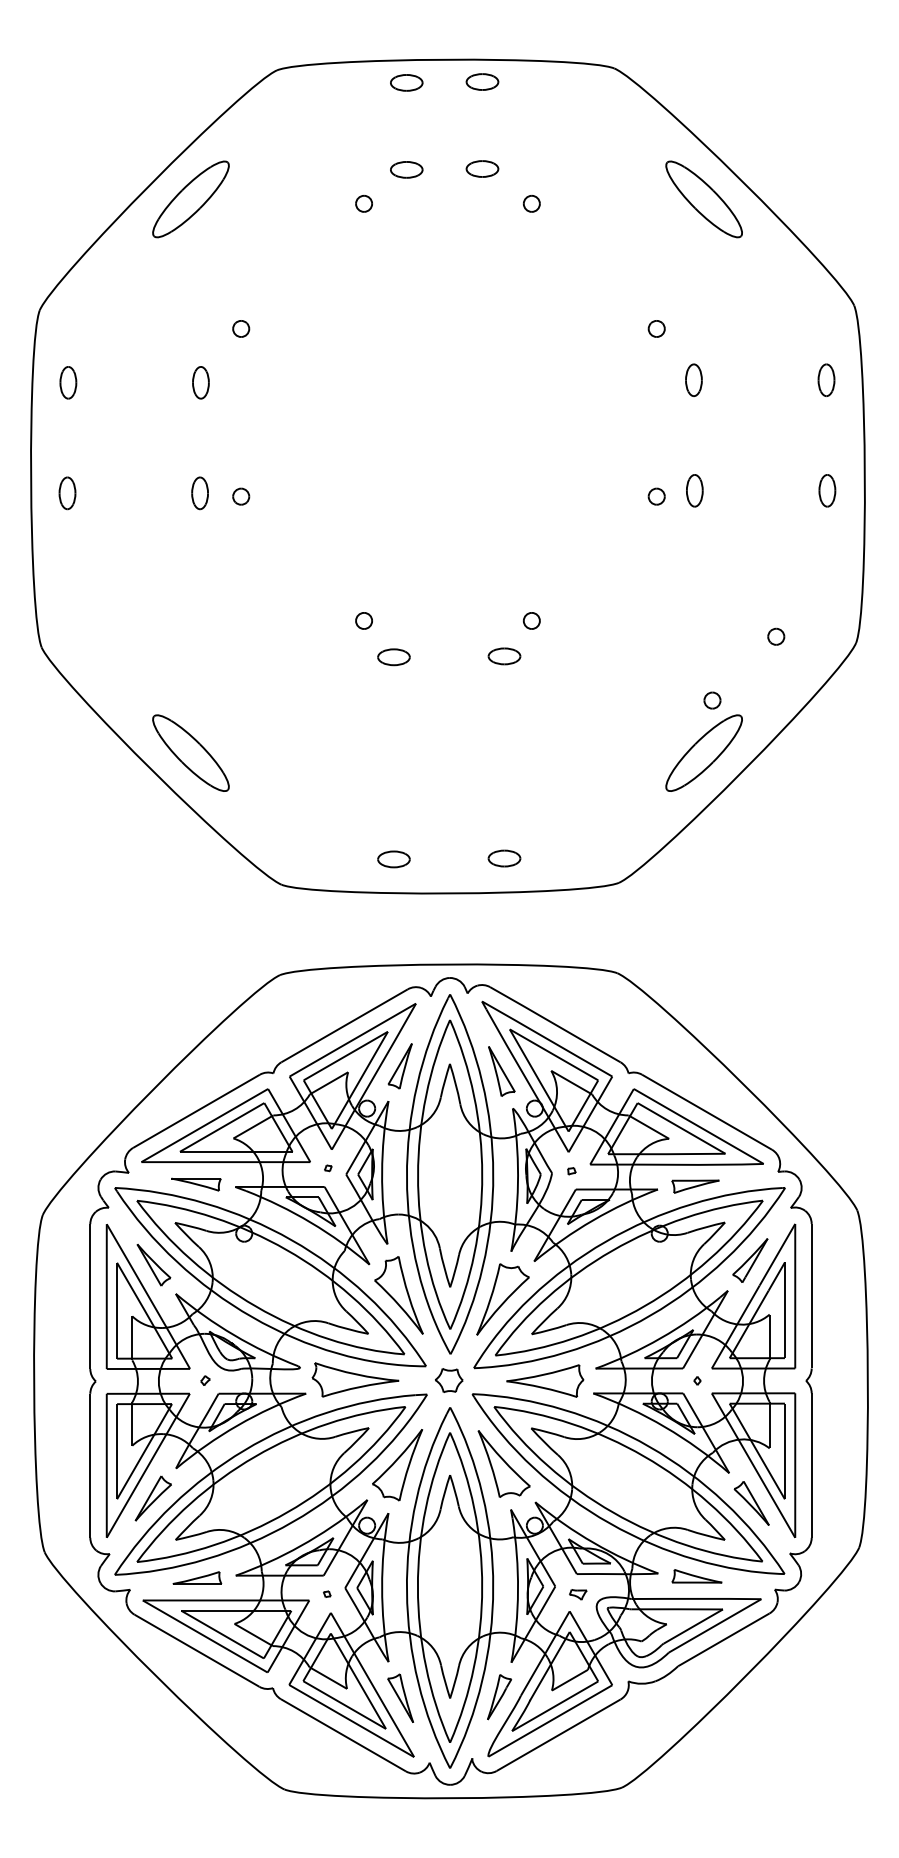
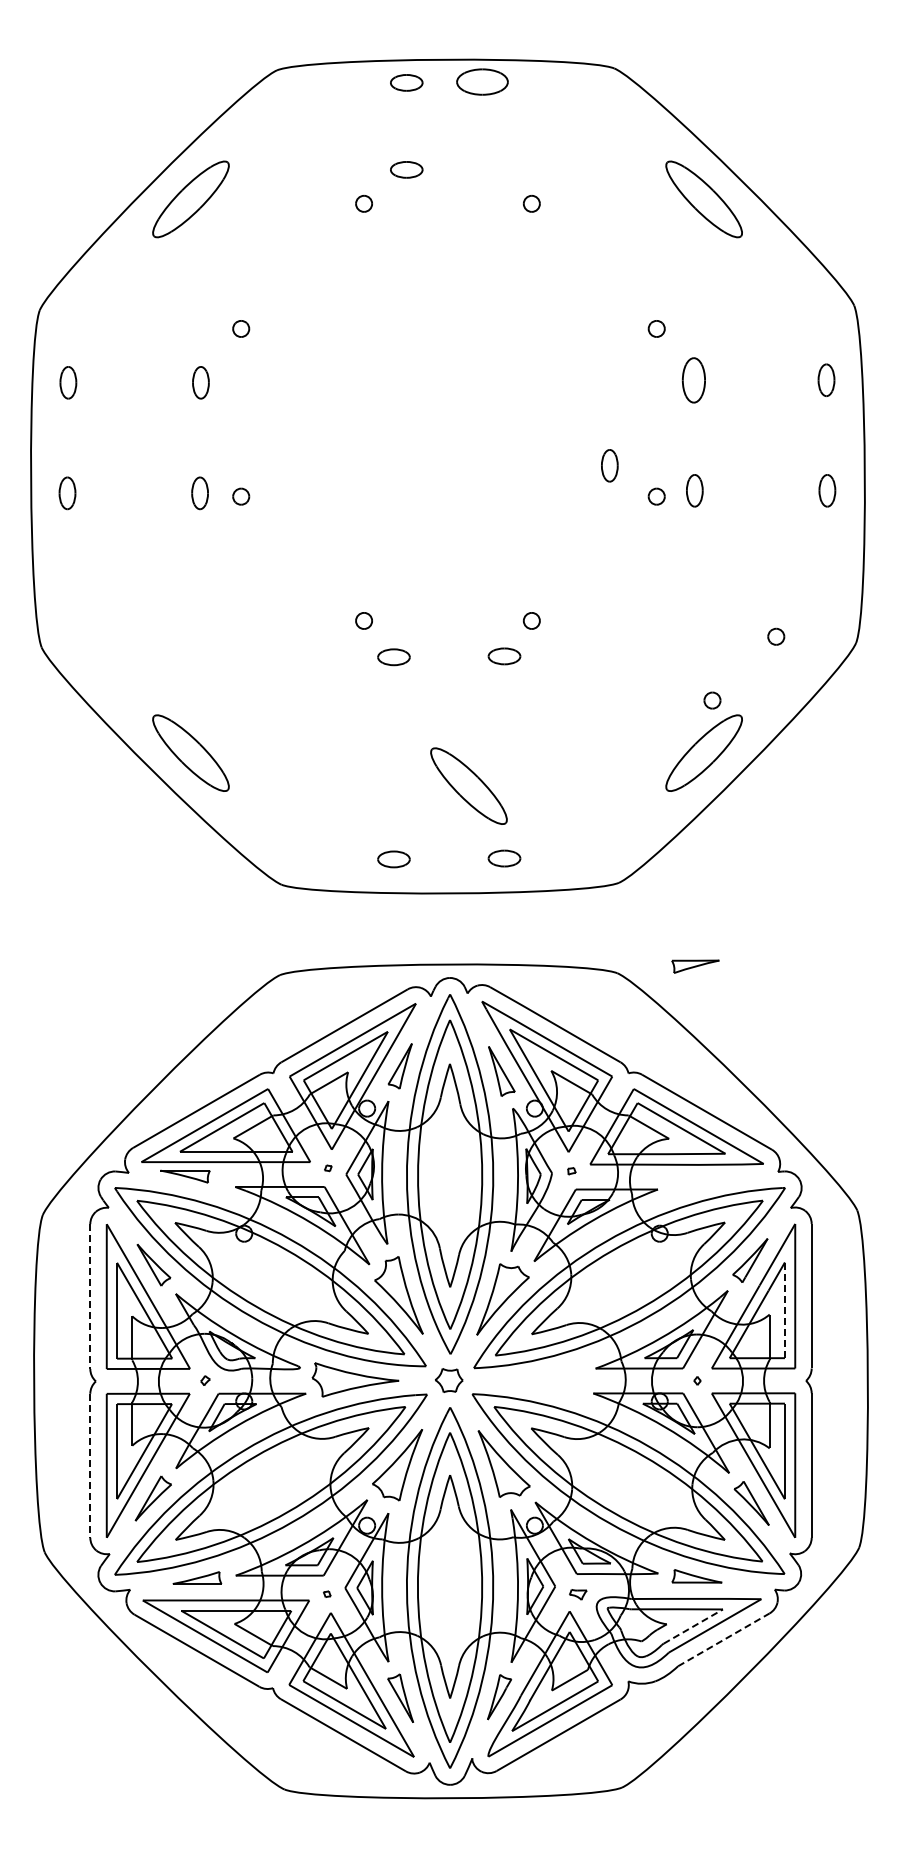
part at (482, 81) size: 35x18 px -> 53x28 px
part at (482, 168): present -> none
part at (693, 379) size: 18x34 px -> 25x47 px
part at (609, 465): none -> present
part at (468, 785): none -> present
part at (196, 1184) position: (196, 1184) -> (185, 1176)
part at (695, 1186) position: (695, 1186) -> (695, 966)
line at (90, 1297): solid -> dashed
line at (784, 1310): solid -> dashed
part at (545, 1380): present -> none
line at (90, 1465): solid -> dashed
line at (693, 1626): solid -> dashed
line at (723, 1639): solid -> dashed
